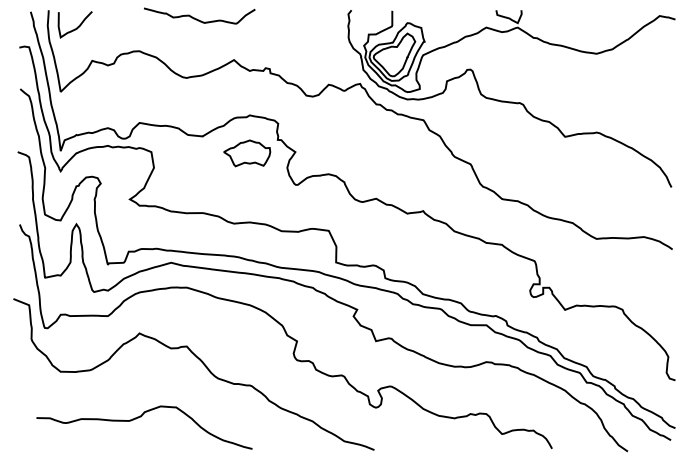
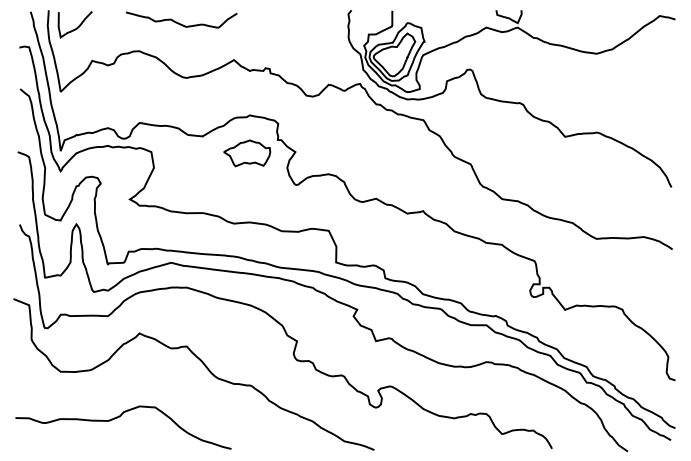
curve at (199, 19) position: (199, 19) -> (181, 23)
curve at (141, 417) position: (141, 417) -> (120, 417)
